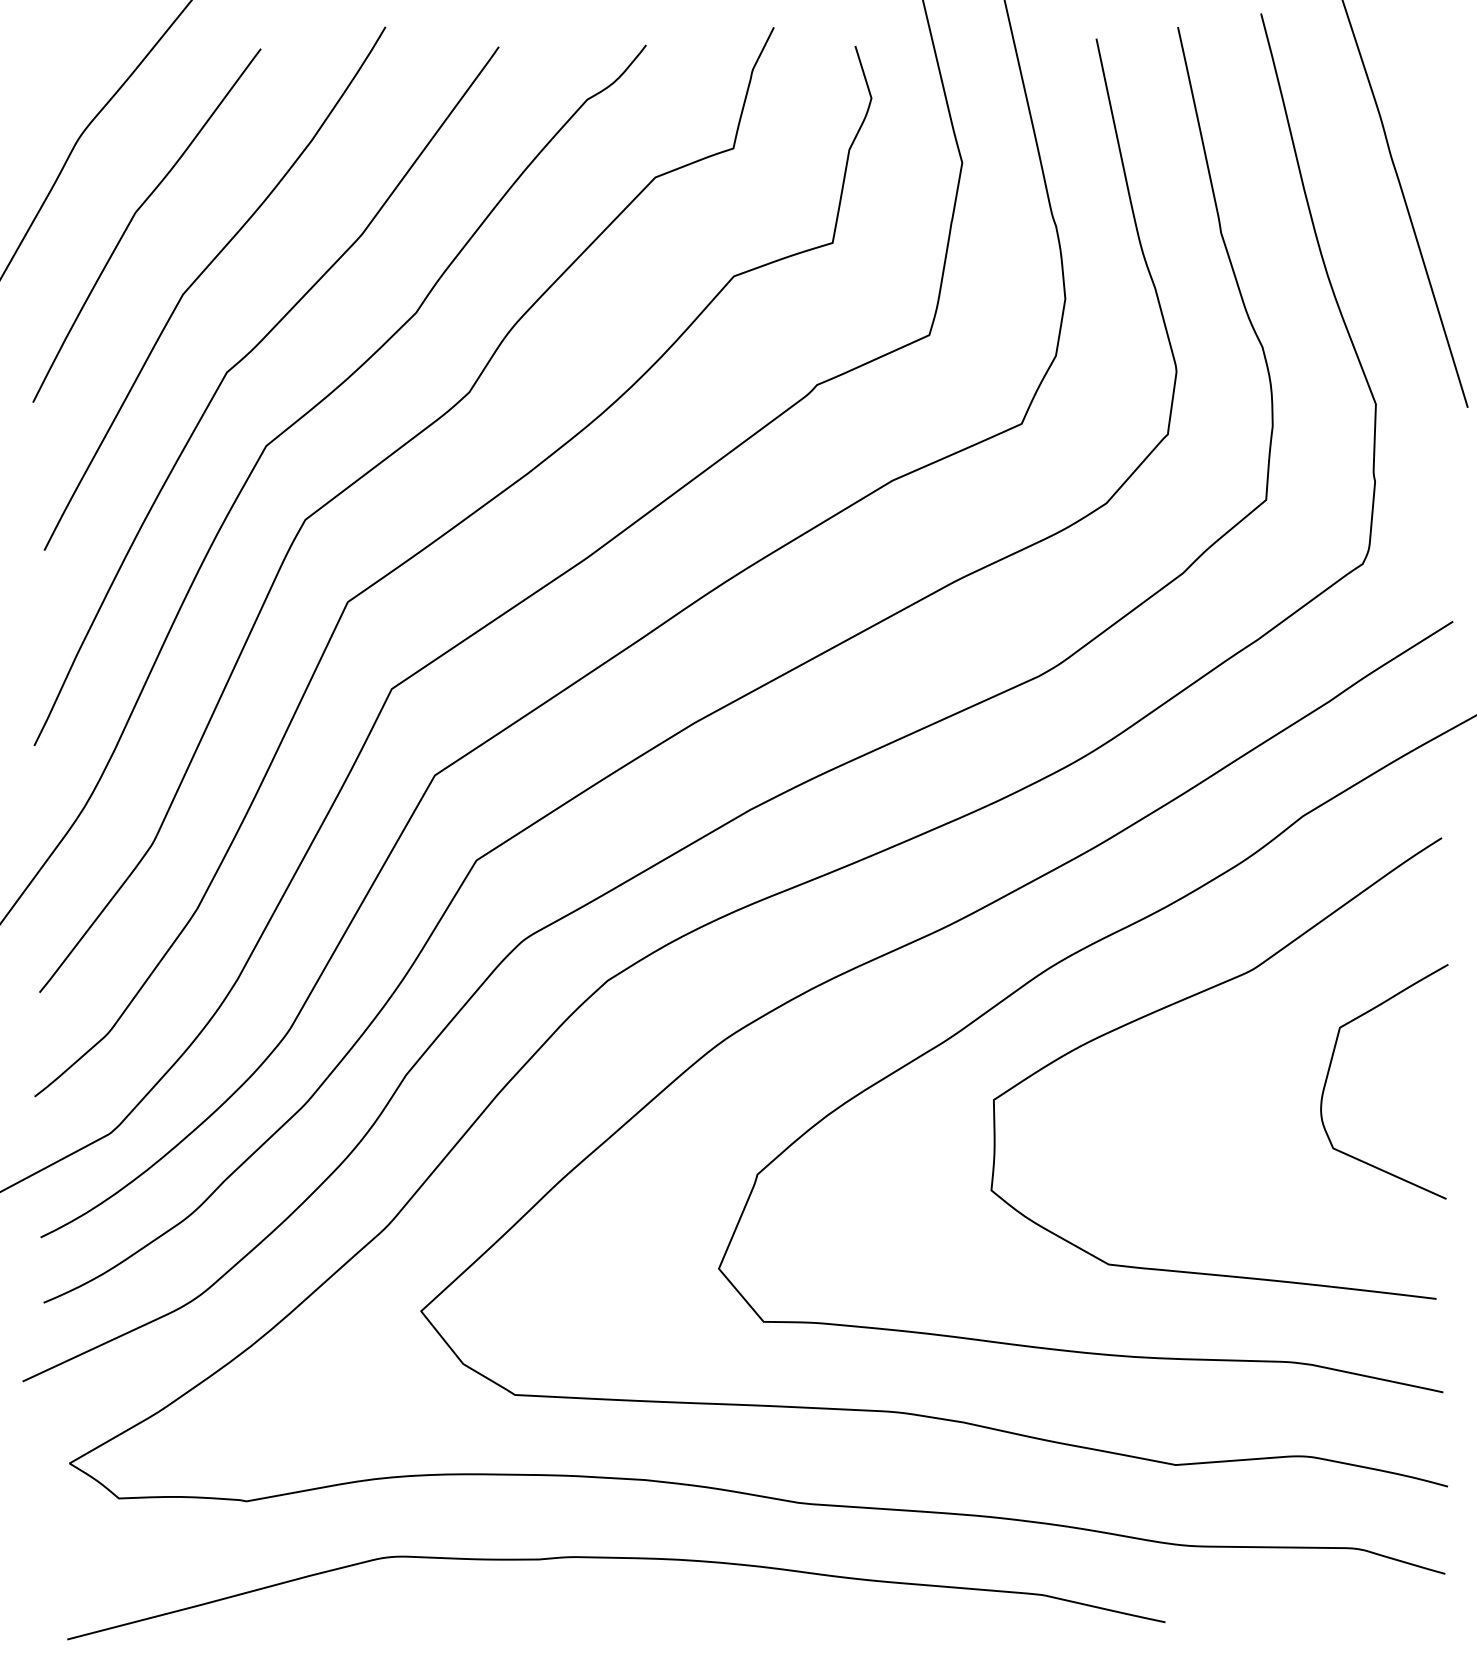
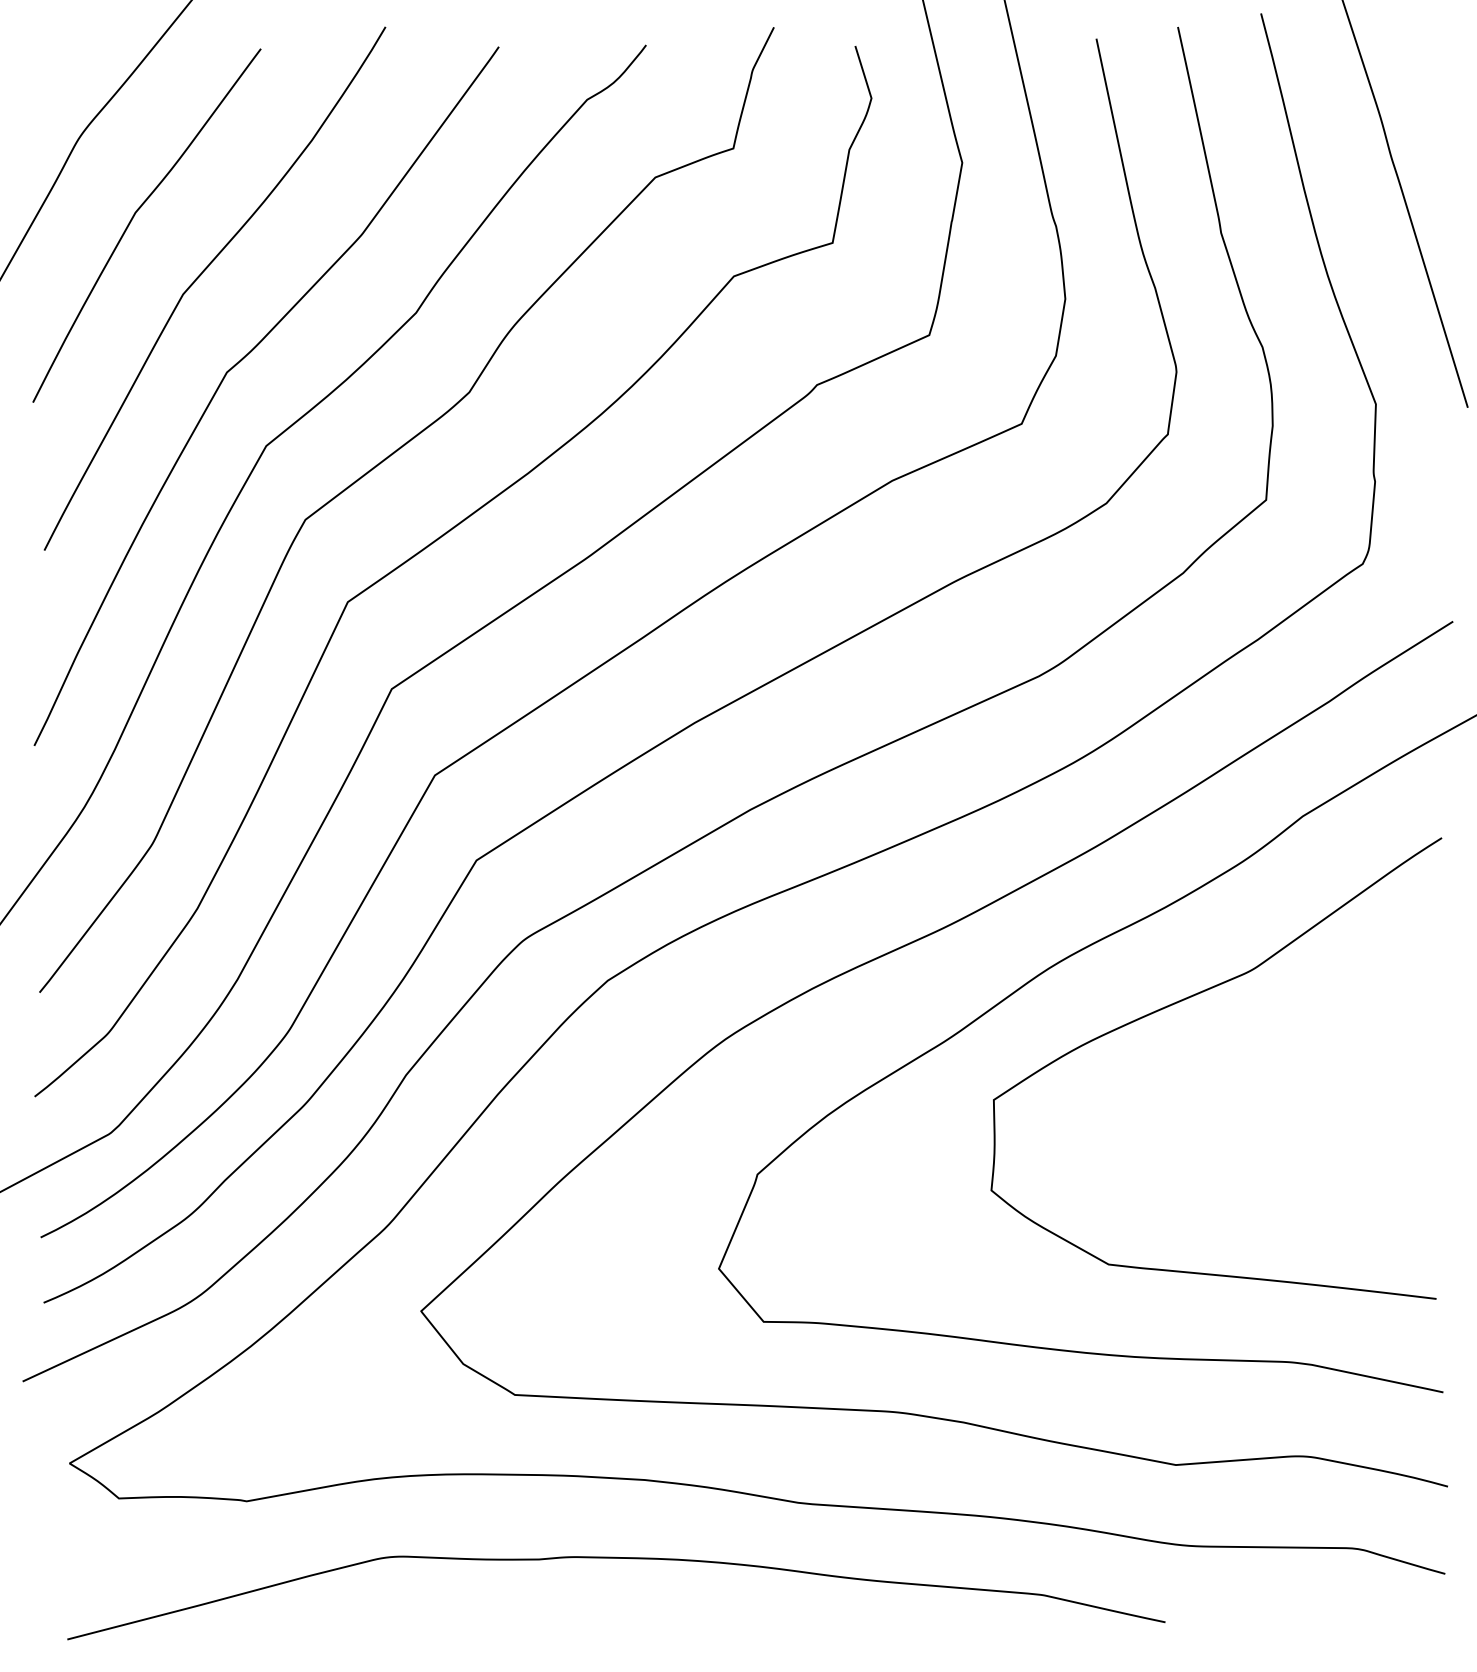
curve at (1330, 1068): present -> none
